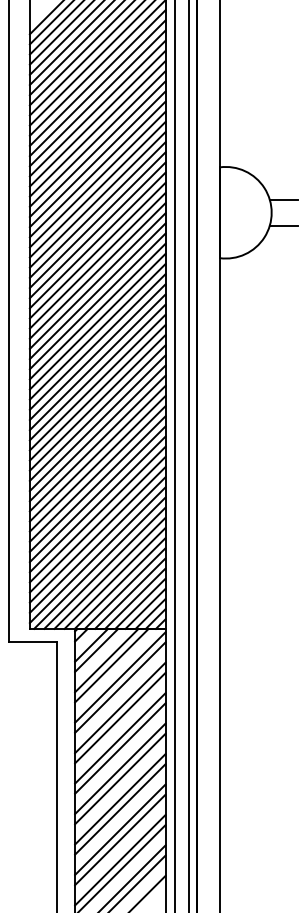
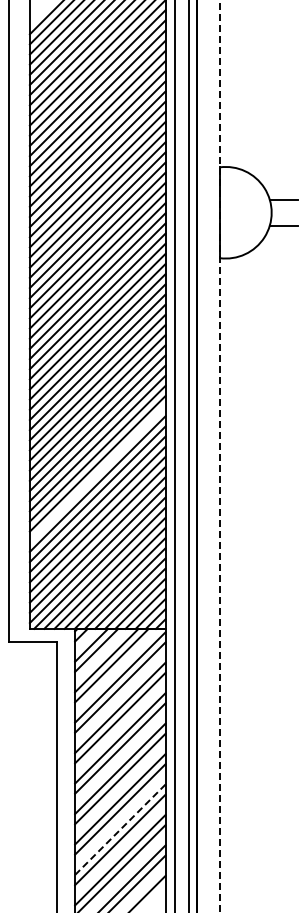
line at (219, 456): solid -> dashed
line at (97, 473): present -> none
line at (120, 829): solid -> dashed
